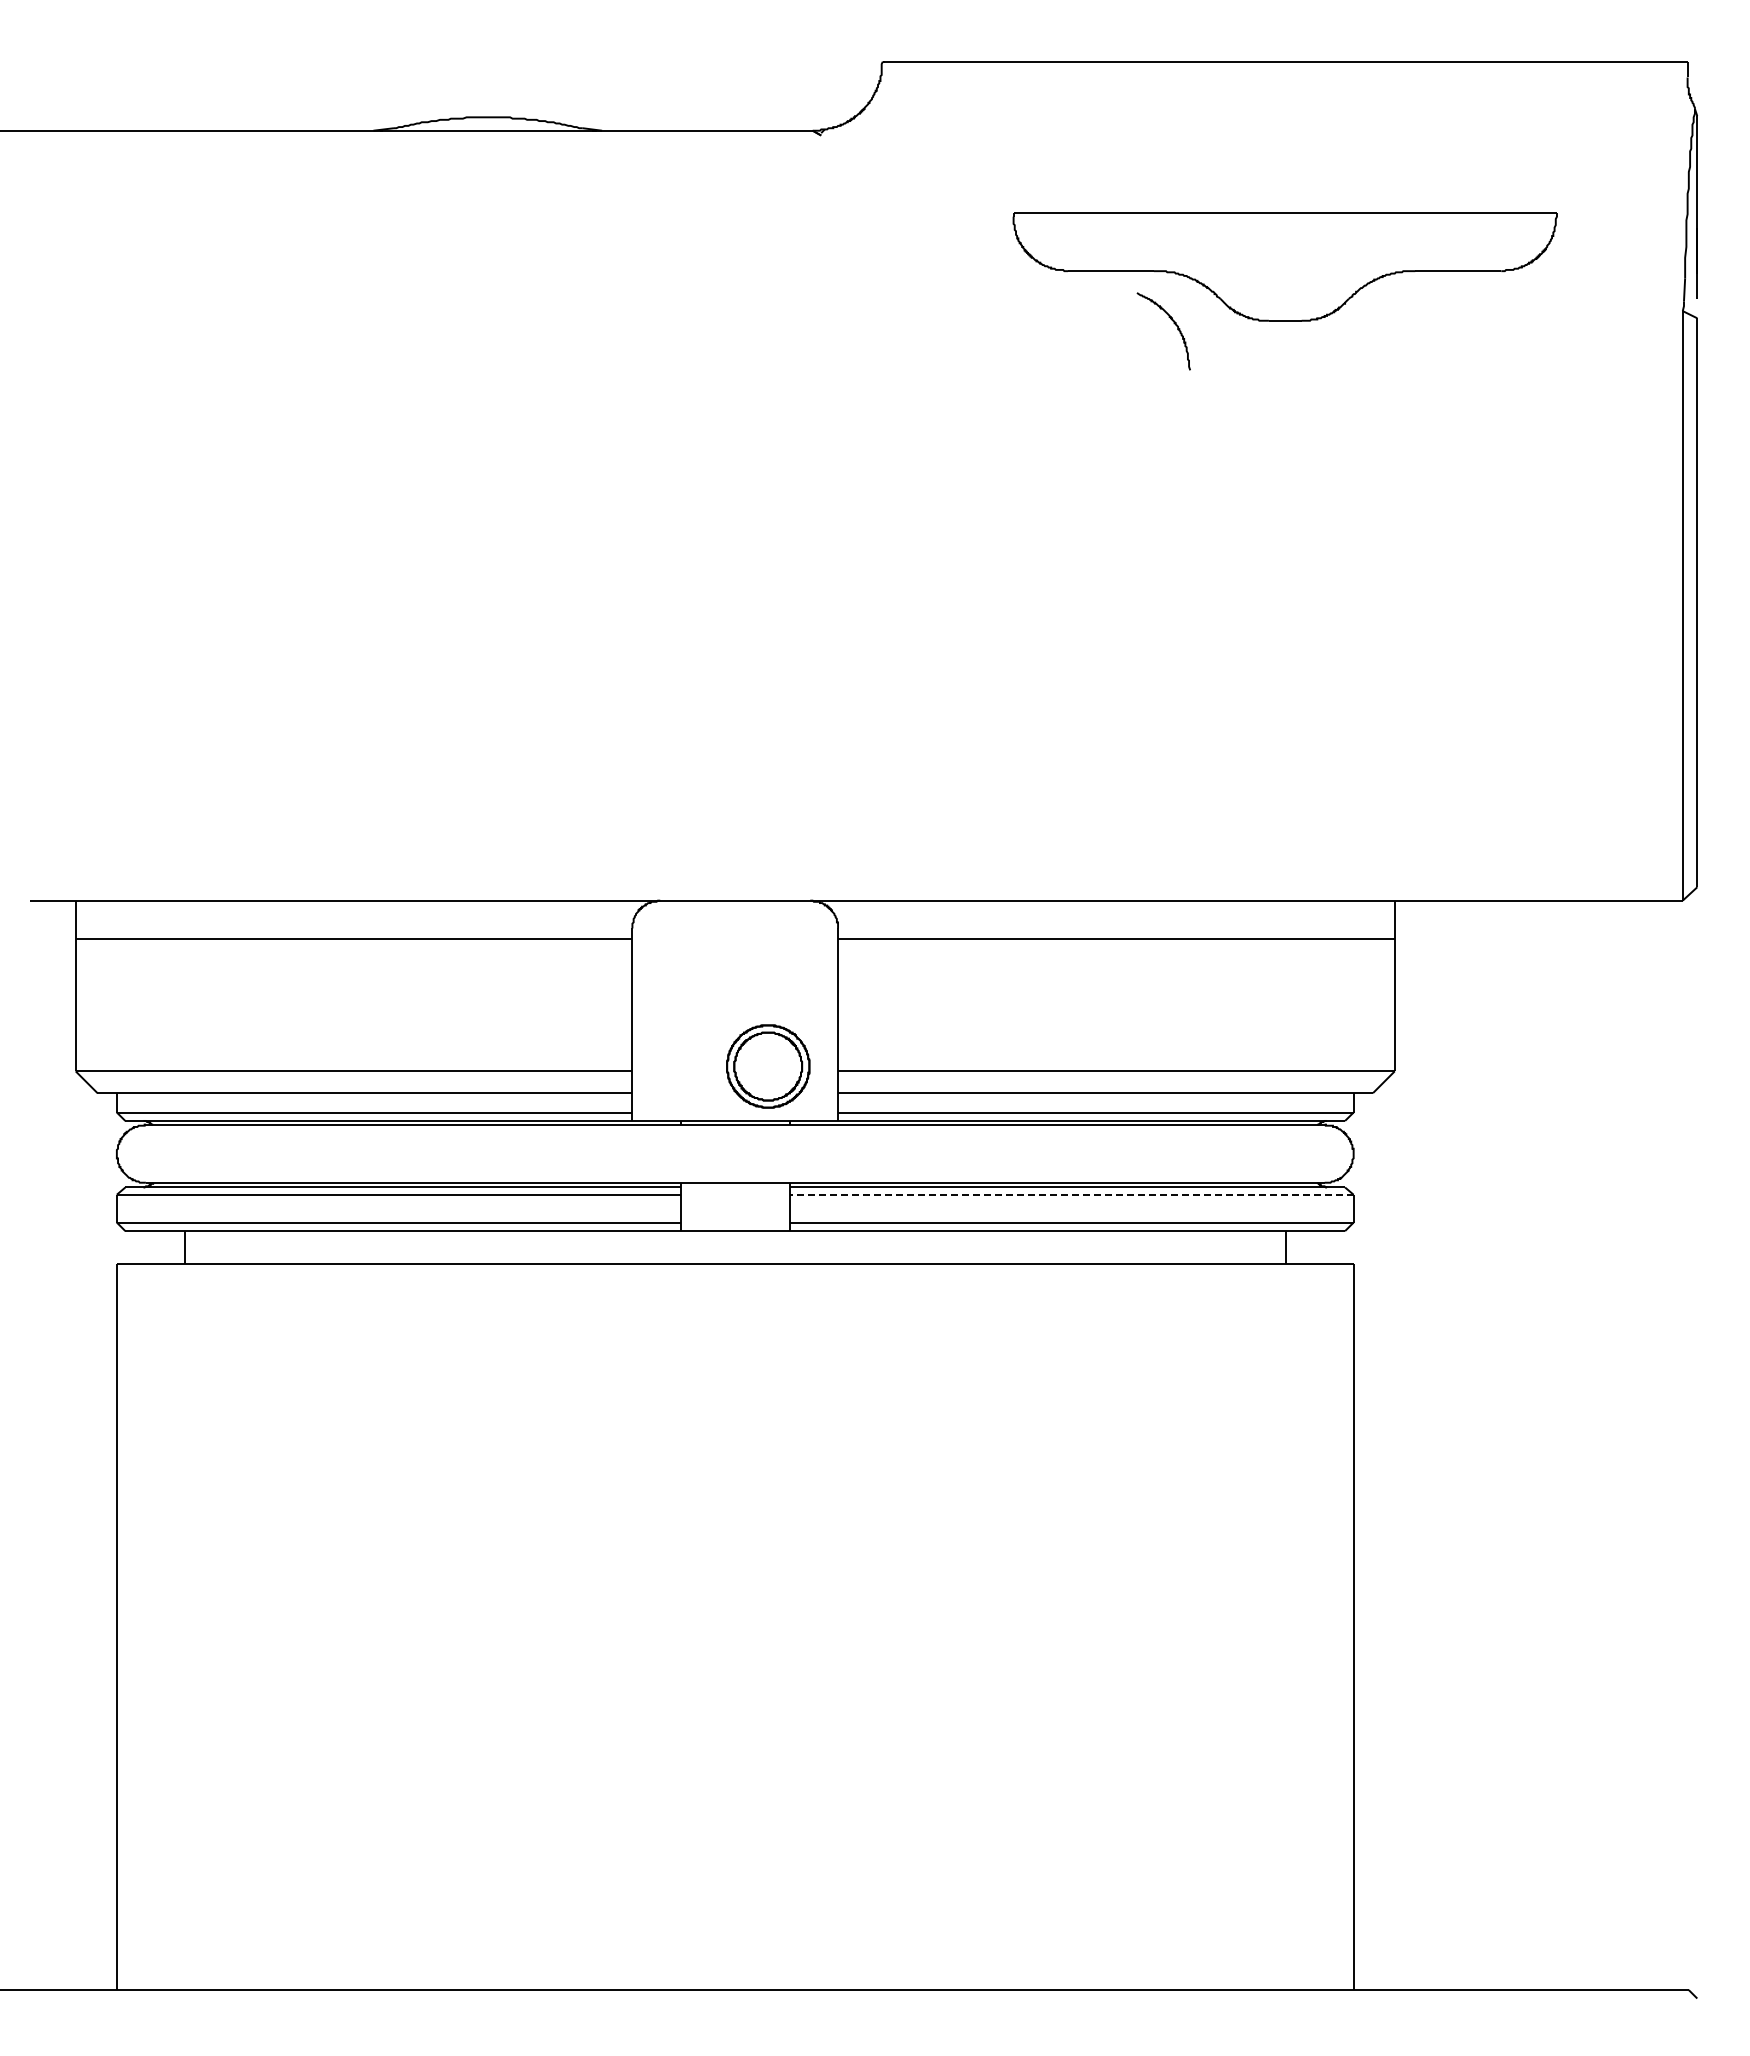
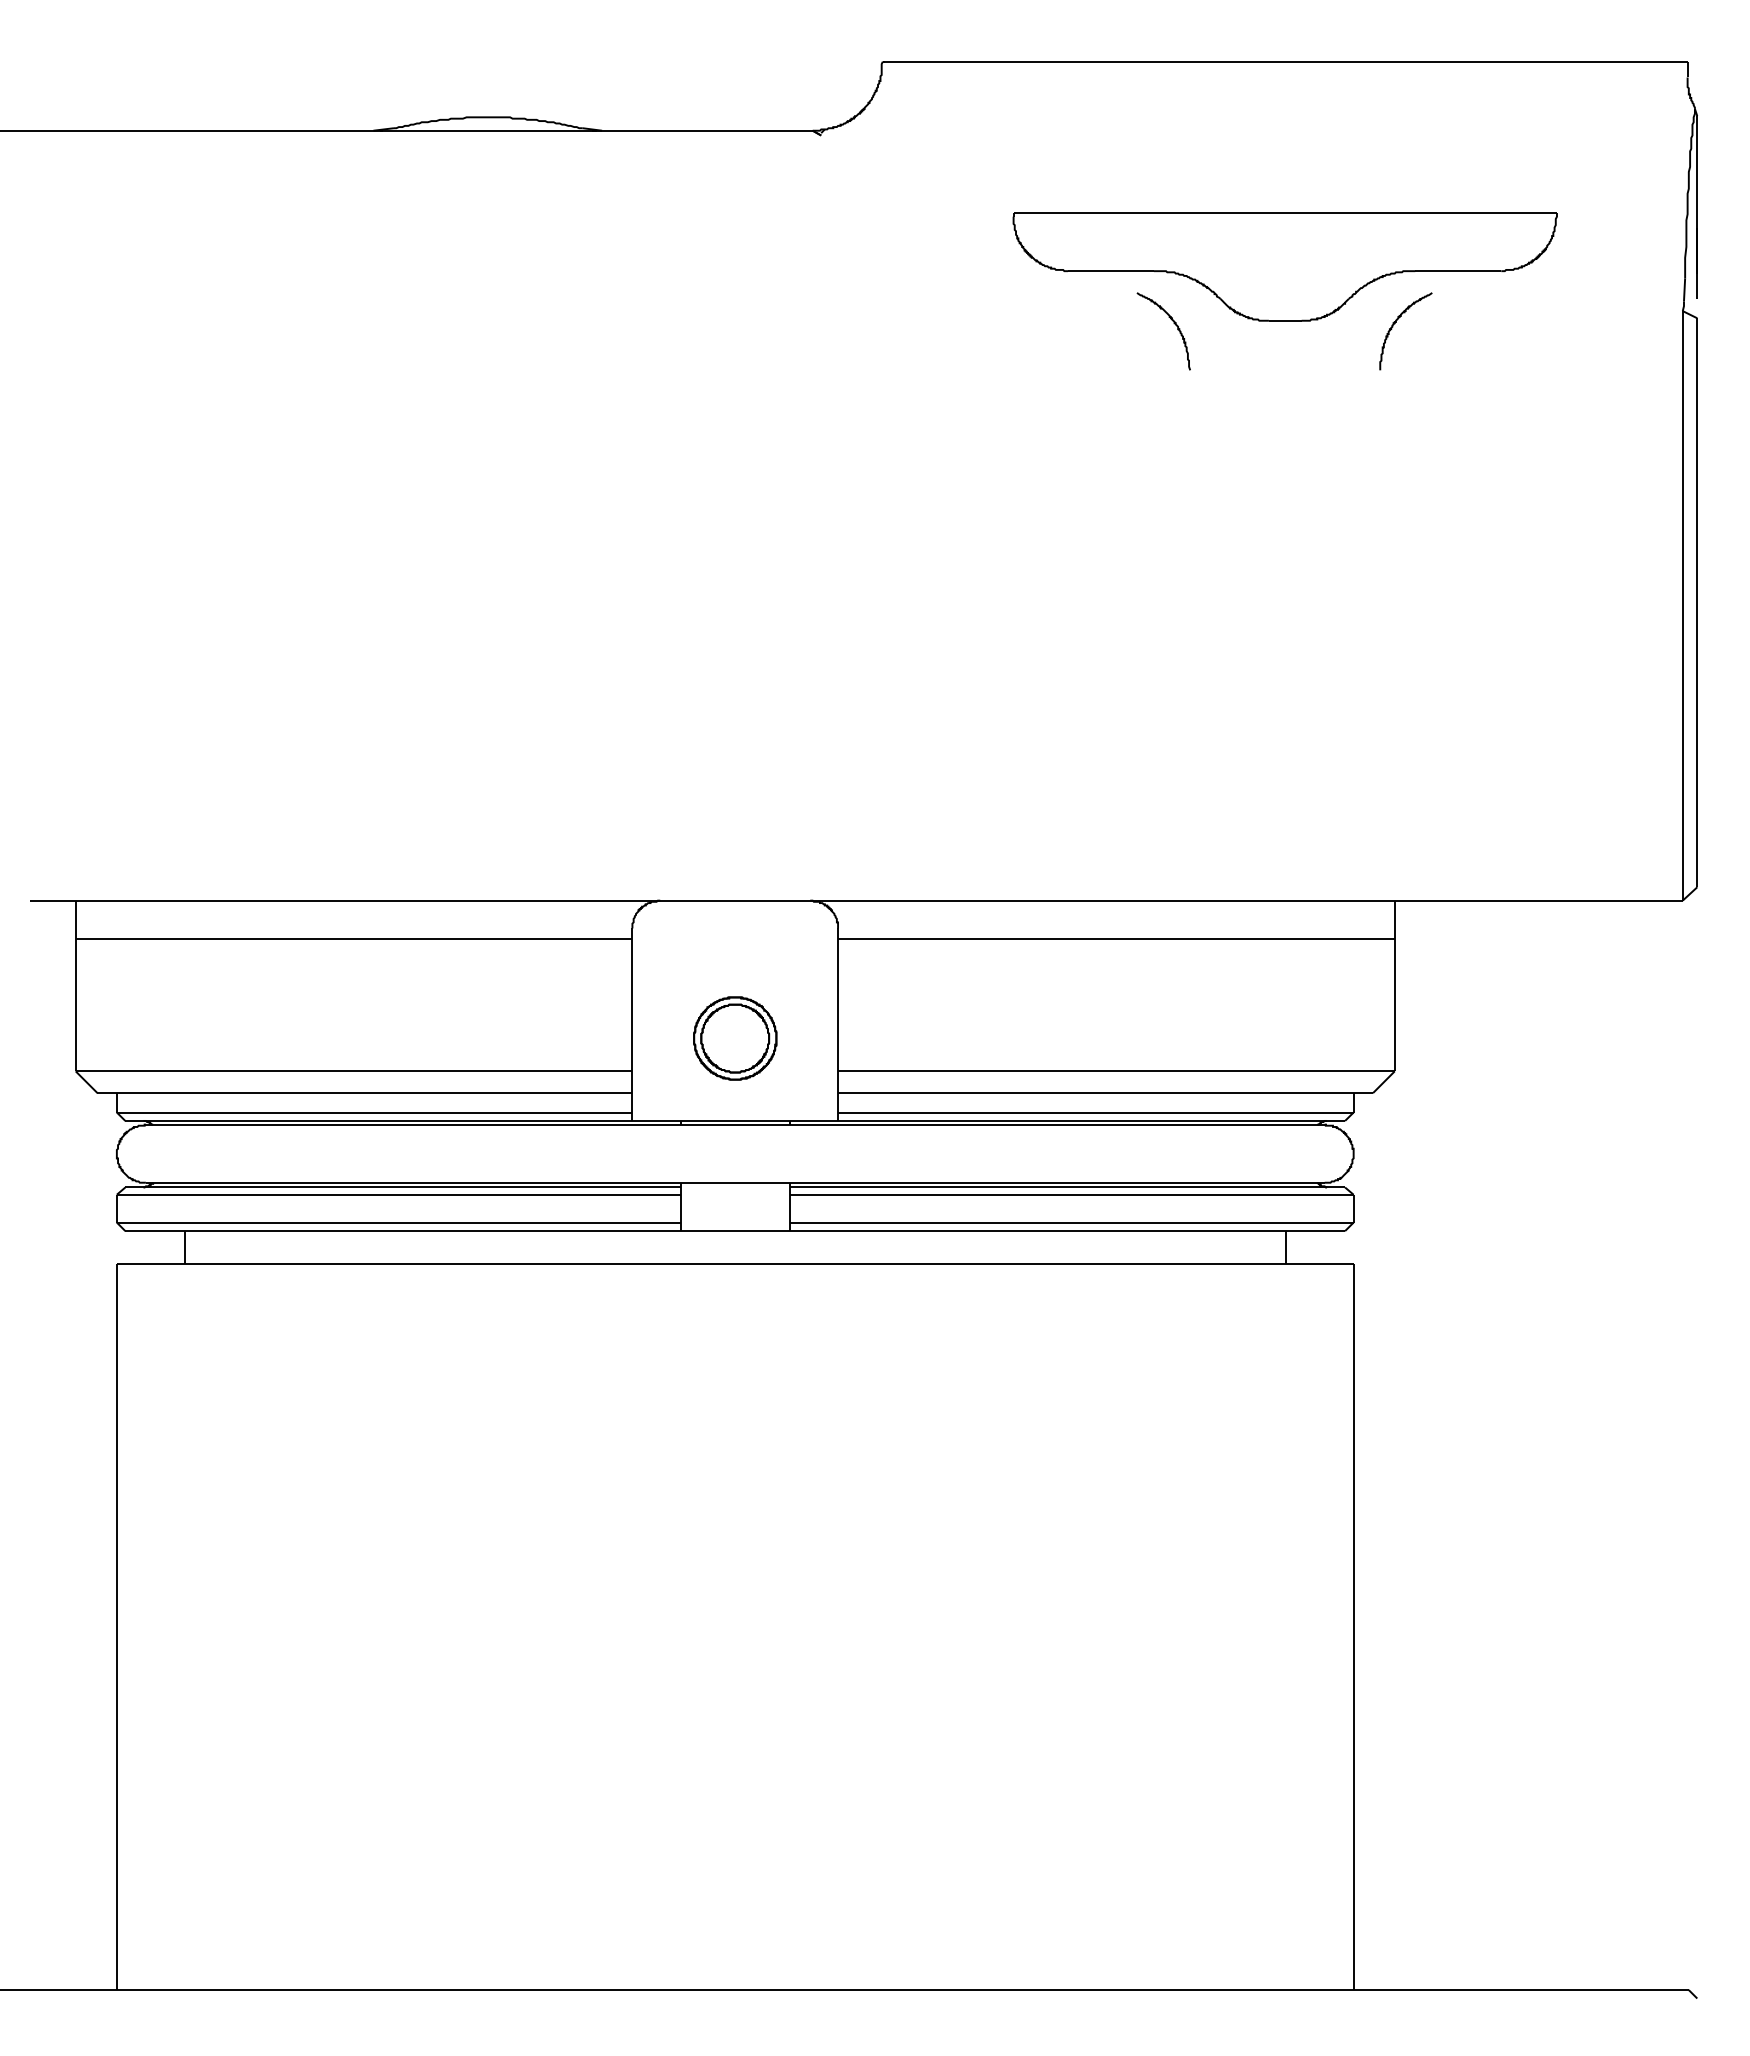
curve at (1395, 324): none -> present
part at (768, 1066) position: (768, 1066) -> (735, 1038)
line at (1071, 1194): dashed -> solid
